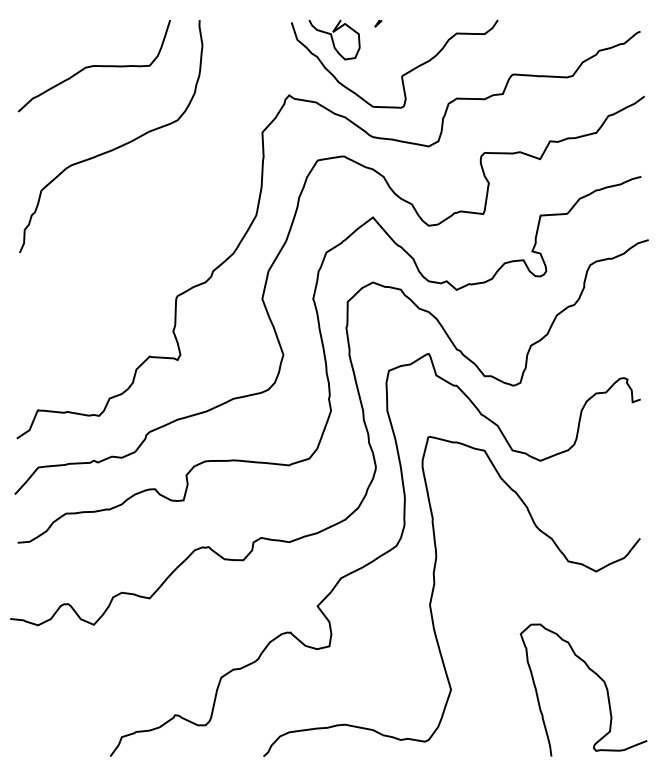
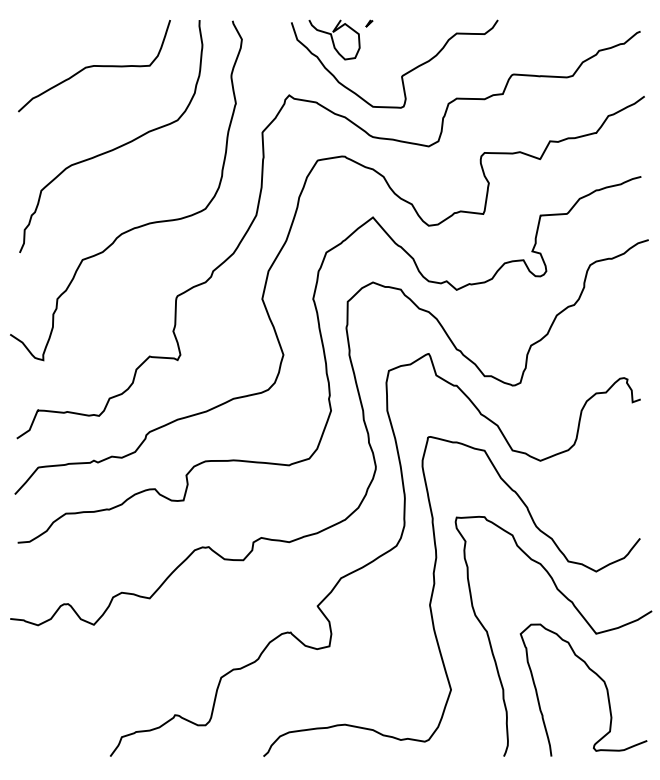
line at (378, 23) position: (378, 23) -> (369, 23)
curve at (139, 225): none -> present
curve at (579, 614): none -> present
